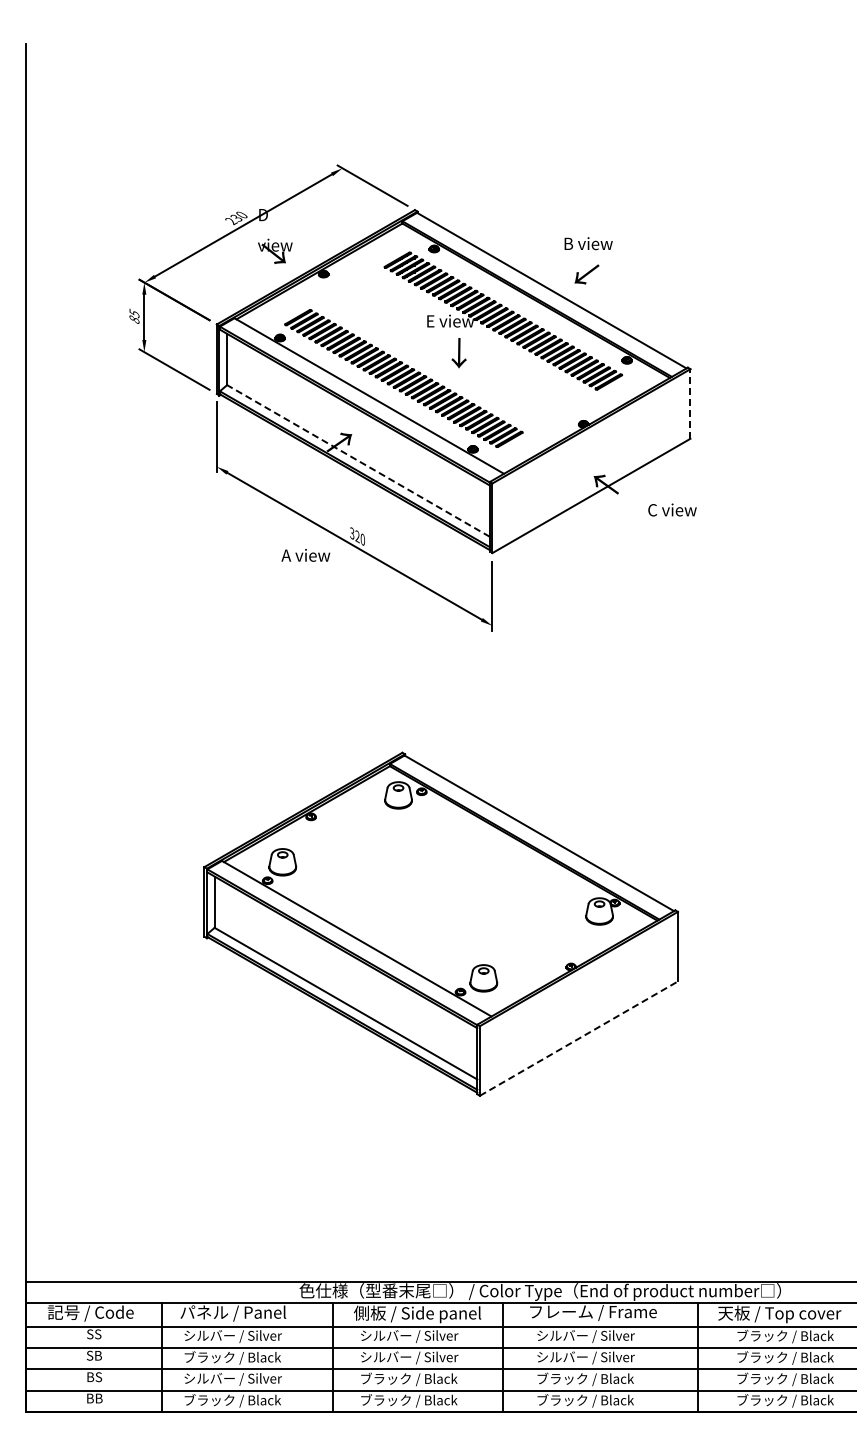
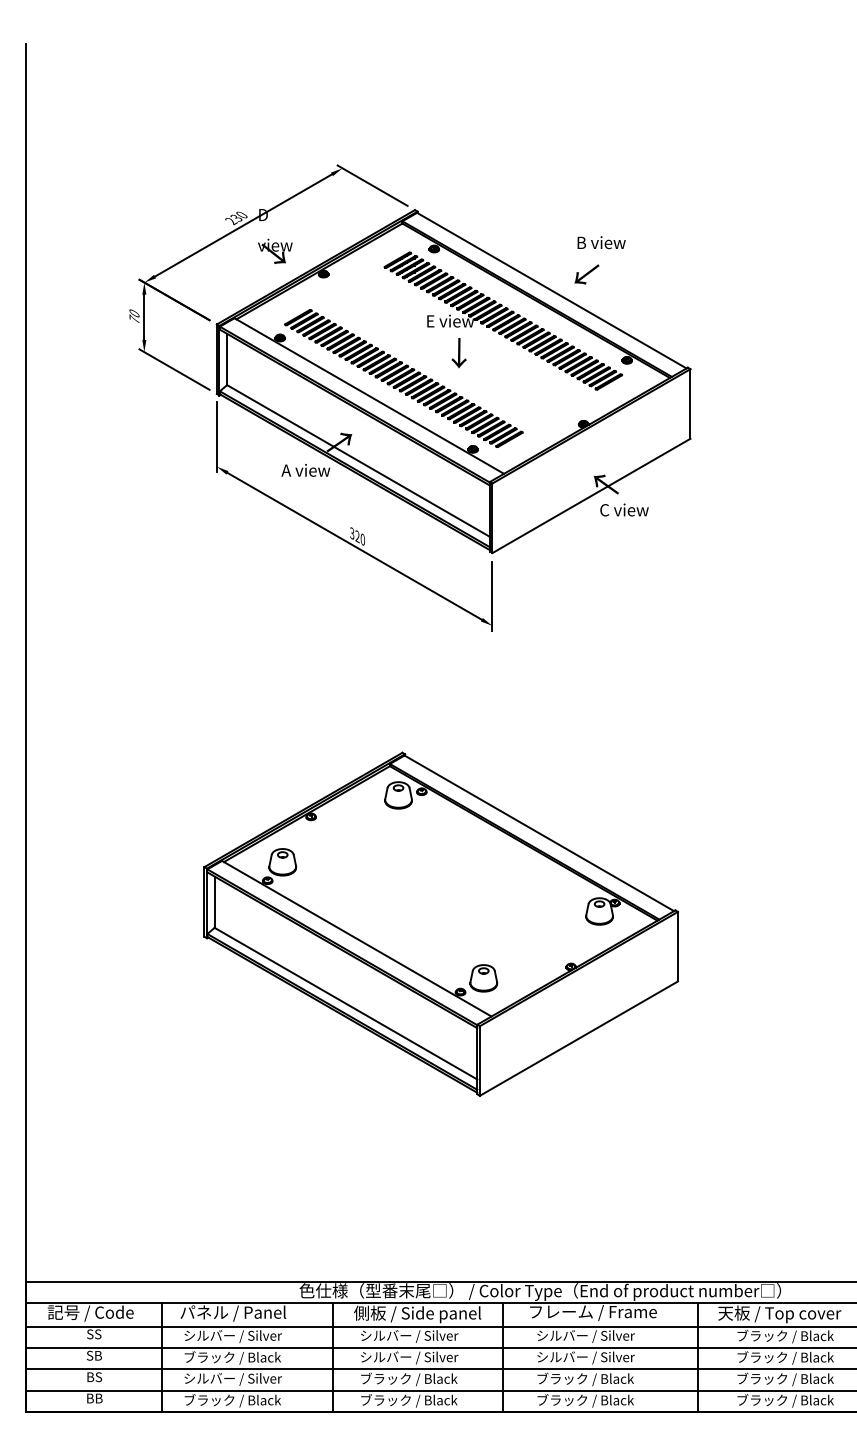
text at (588, 243) position: (588, 243) -> (601, 242)
text at (134, 315): 85 -> 70
line at (690, 403): dashed -> solid
line at (358, 460): dashed -> solid
text at (672, 509) position: (672, 509) -> (624, 509)
text at (305, 555) position: (305, 555) -> (305, 470)
line at (579, 1038): dashed -> solid
